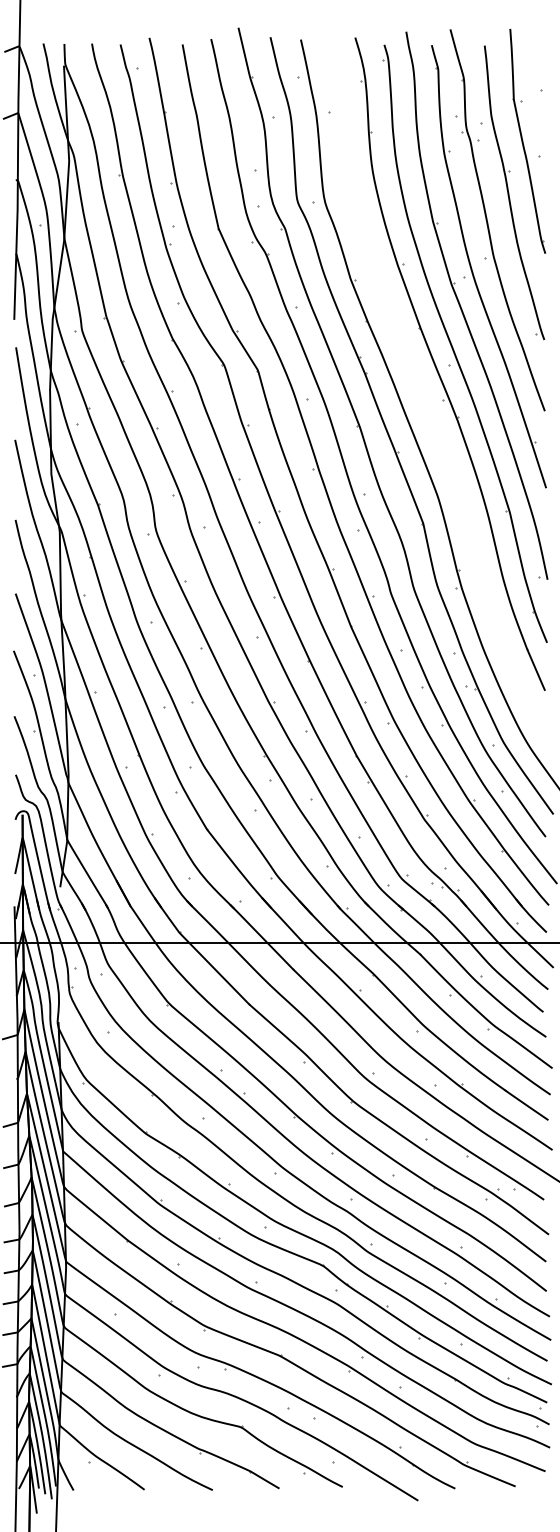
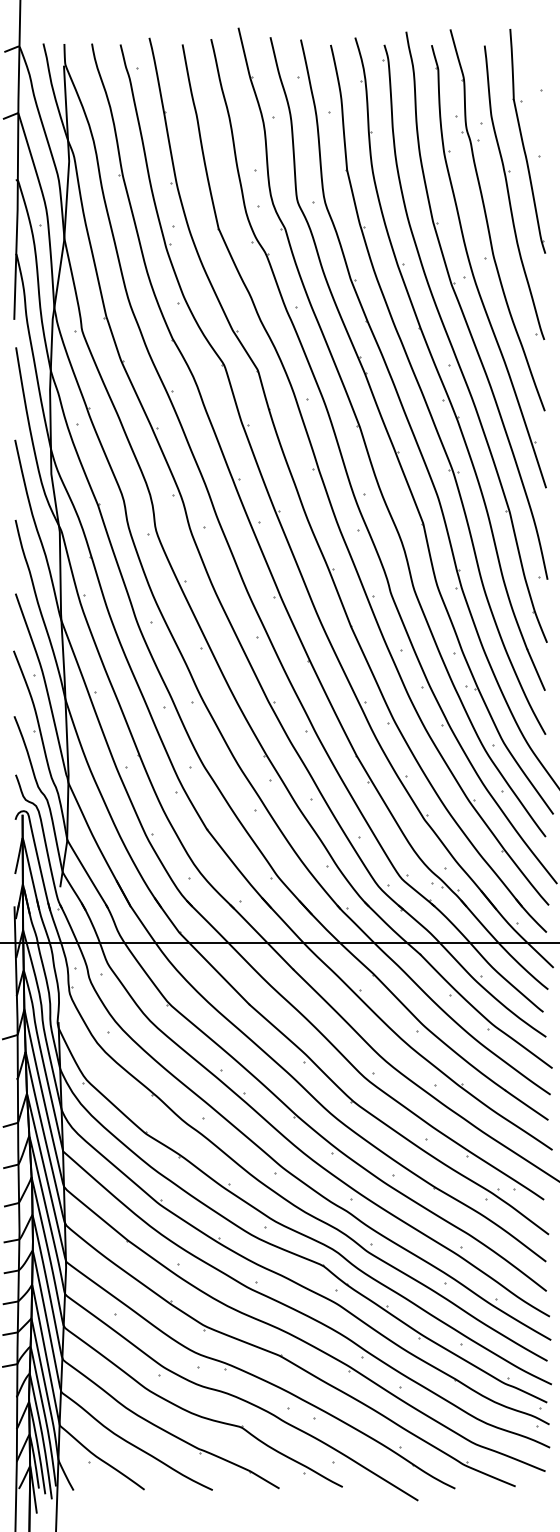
part at (424, 395): none -> present
